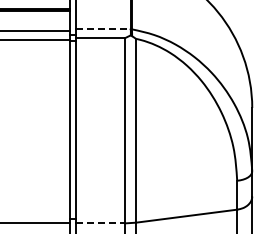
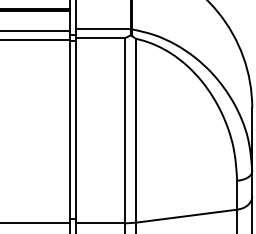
line at (103, 29): dashed -> solid
line at (100, 223): dashed -> solid
